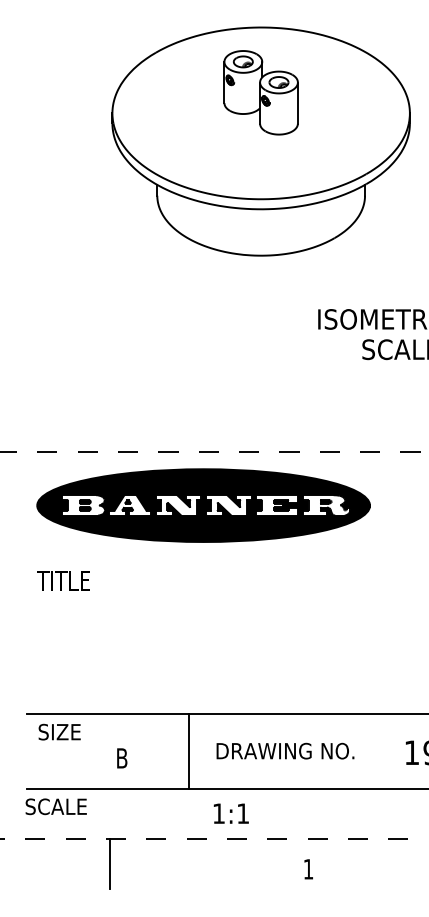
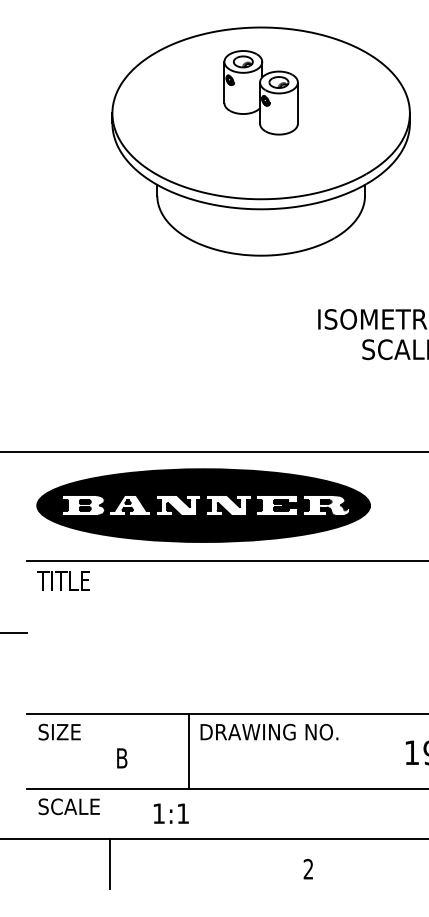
line at (214, 451): dashed -> solid
line at (226, 560): none -> present
line at (14, 633): none -> present
text at (285, 750) position: (285, 750) -> (269, 731)
text at (55, 806) position: (55, 806) -> (68, 806)
text at (230, 813) position: (230, 813) -> (170, 813)
line at (214, 839): dashed -> solid
text at (307, 869): 1 -> 2
